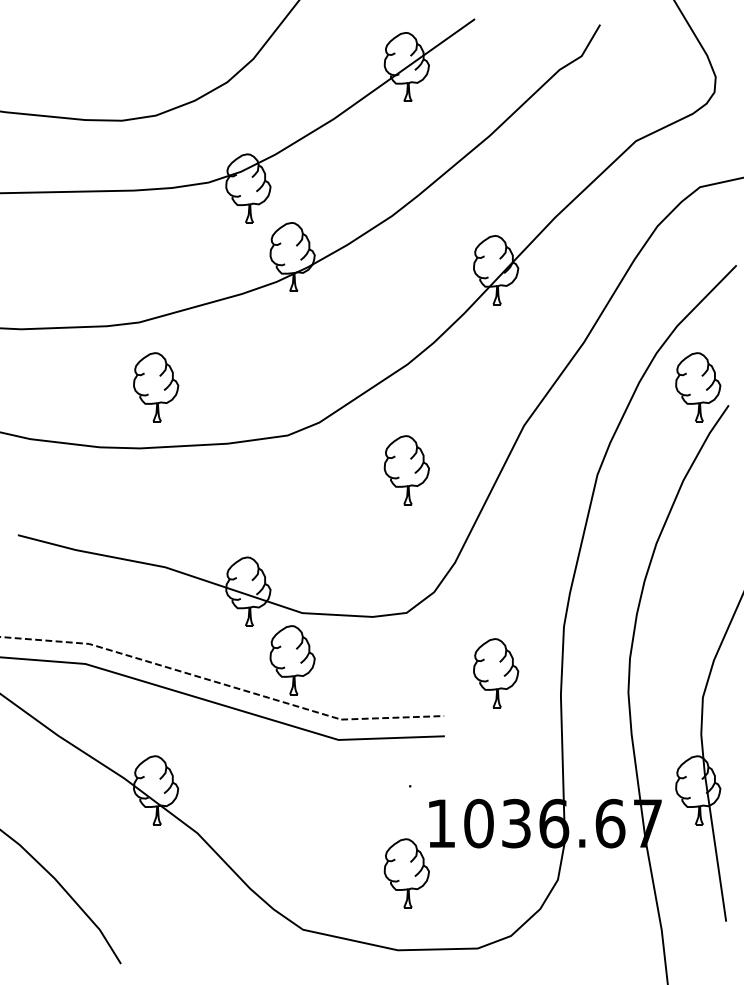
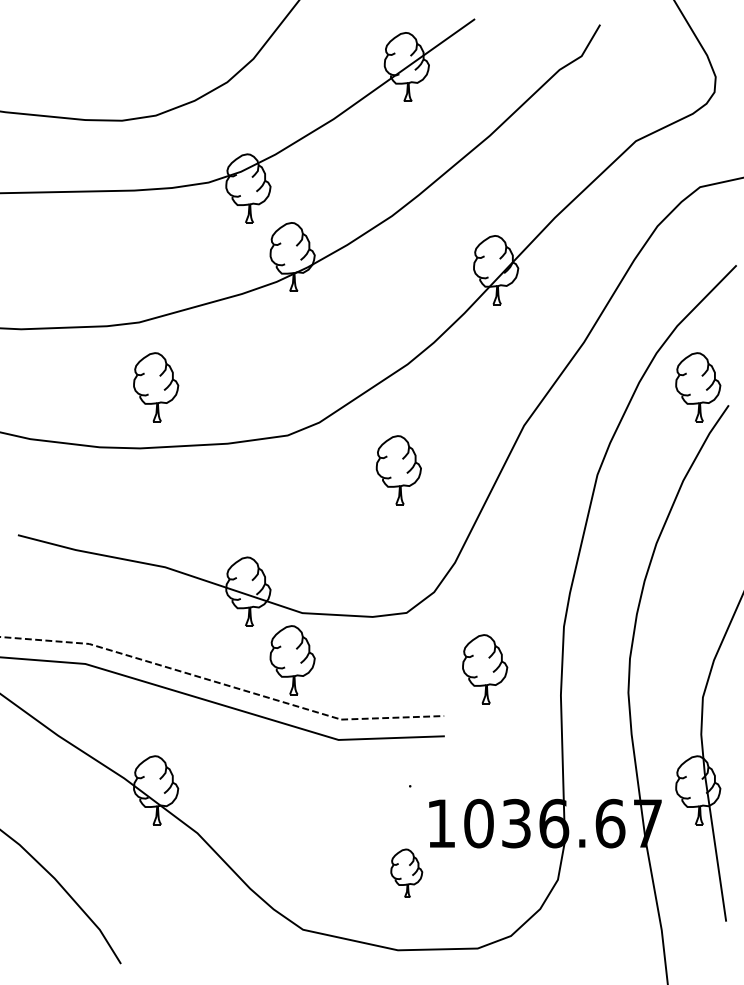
part at (406, 470) position: (406, 470) -> (398, 470)
part at (496, 673) position: (496, 673) -> (485, 669)
part at (406, 873) size: 47x71 px -> 34x50 px
